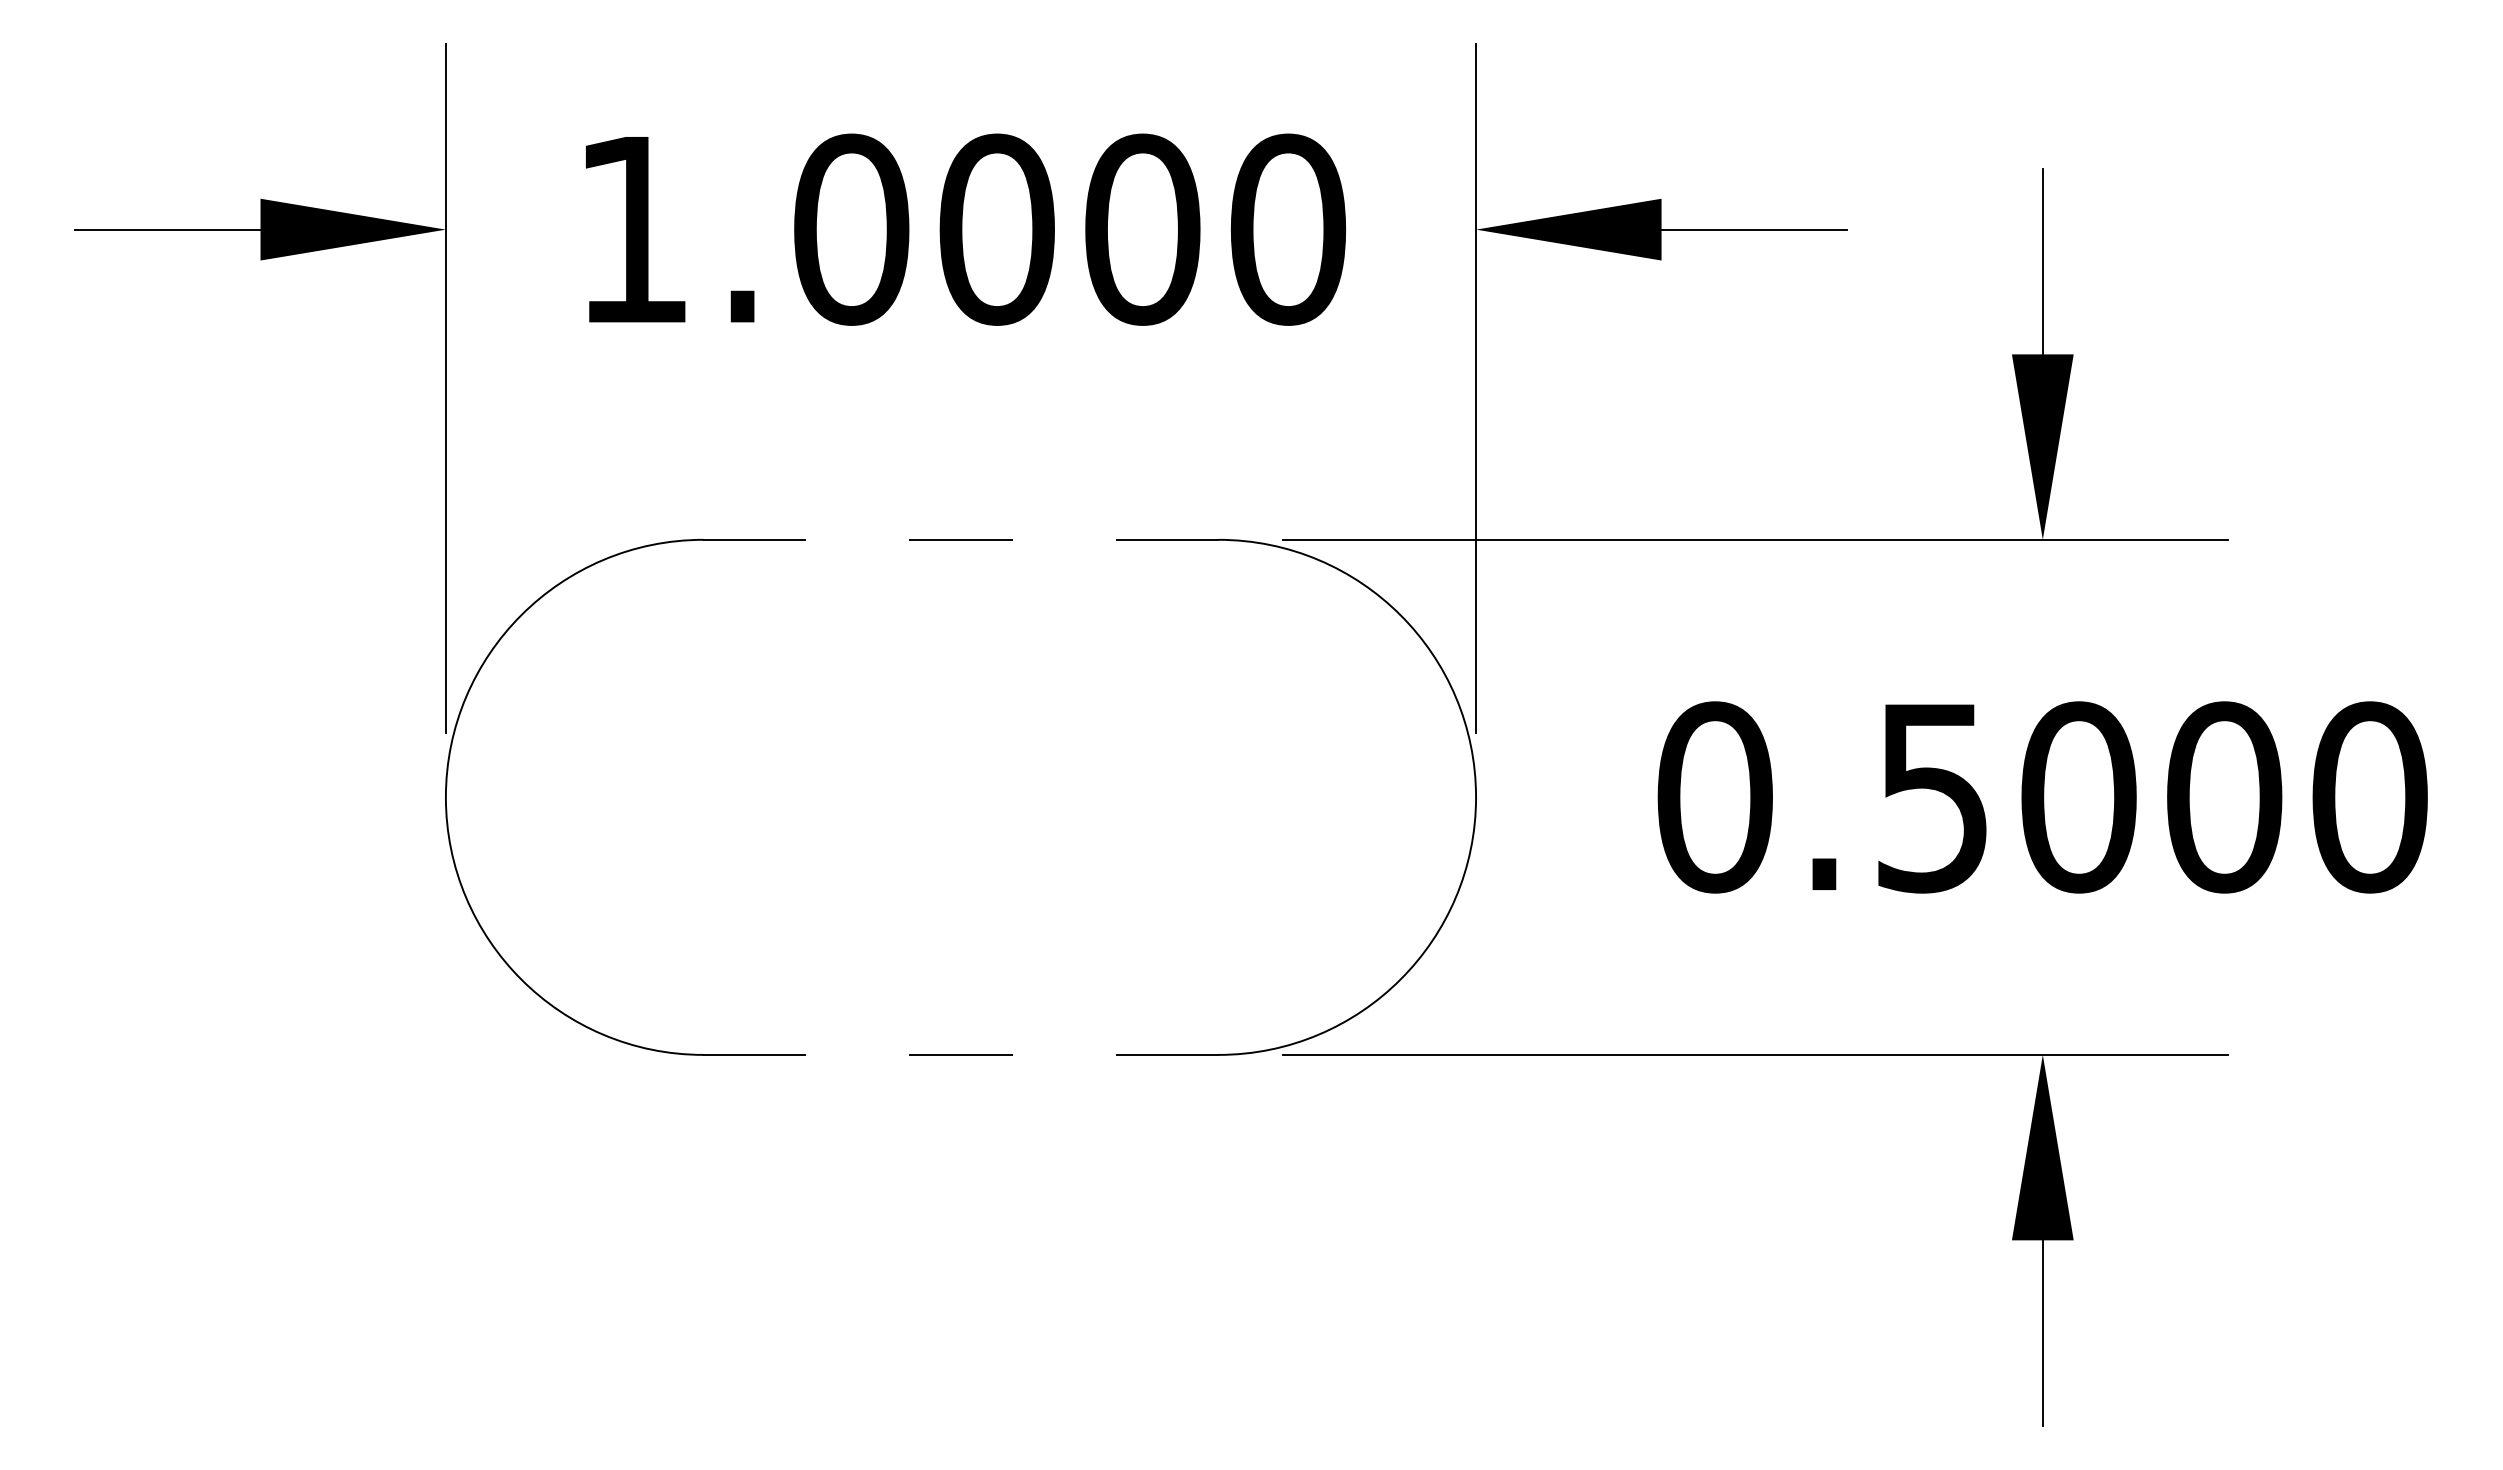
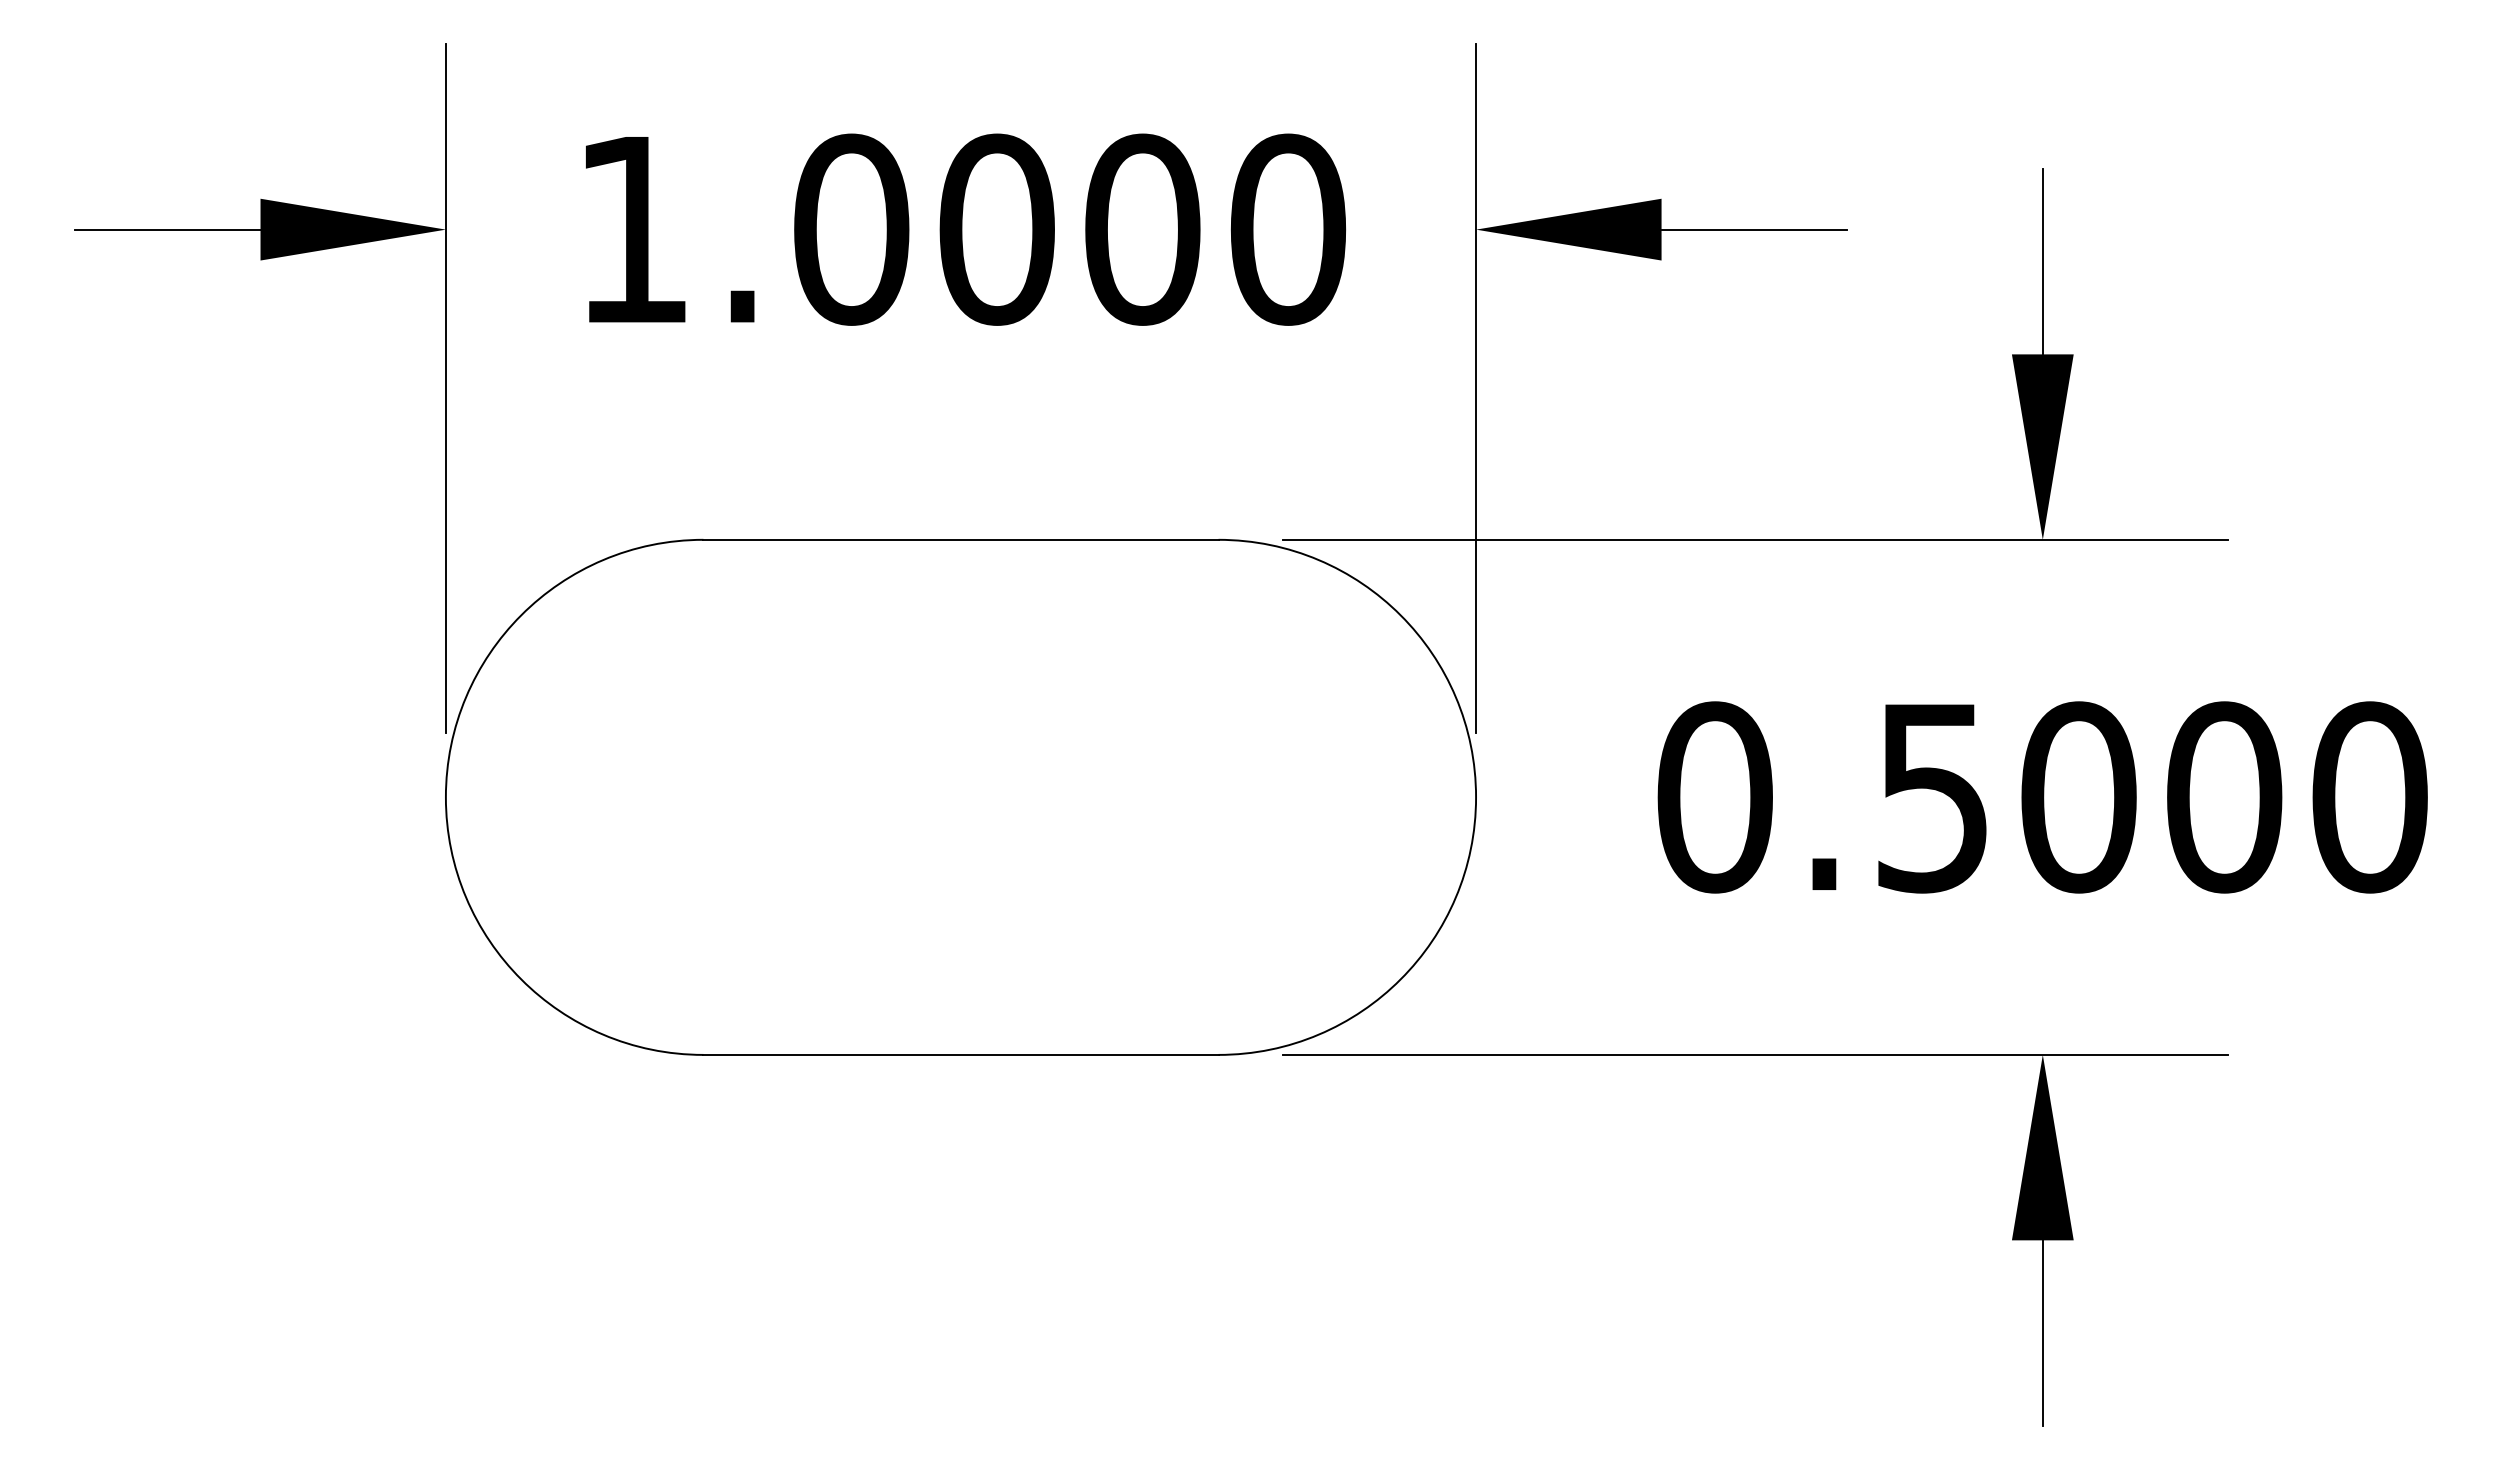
line at (960, 539): dashed -> solid
line at (960, 1054): dashed -> solid
